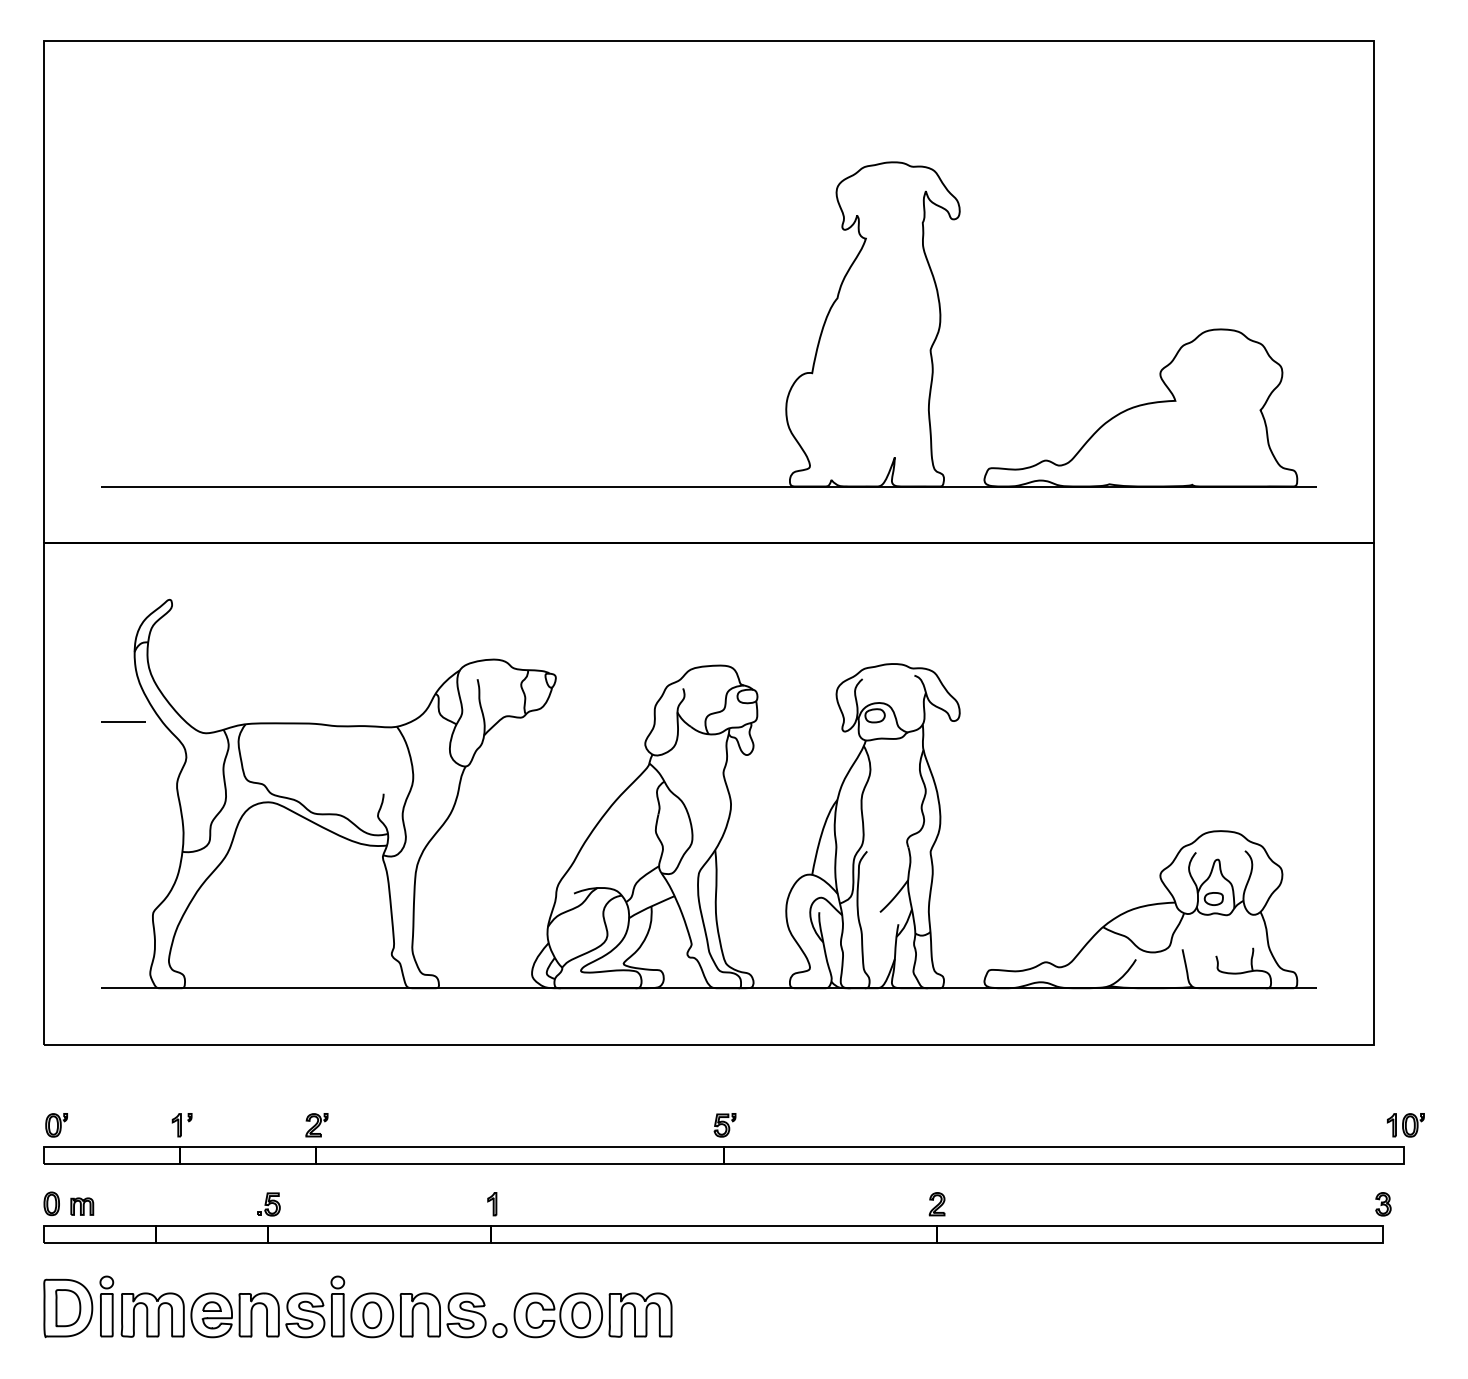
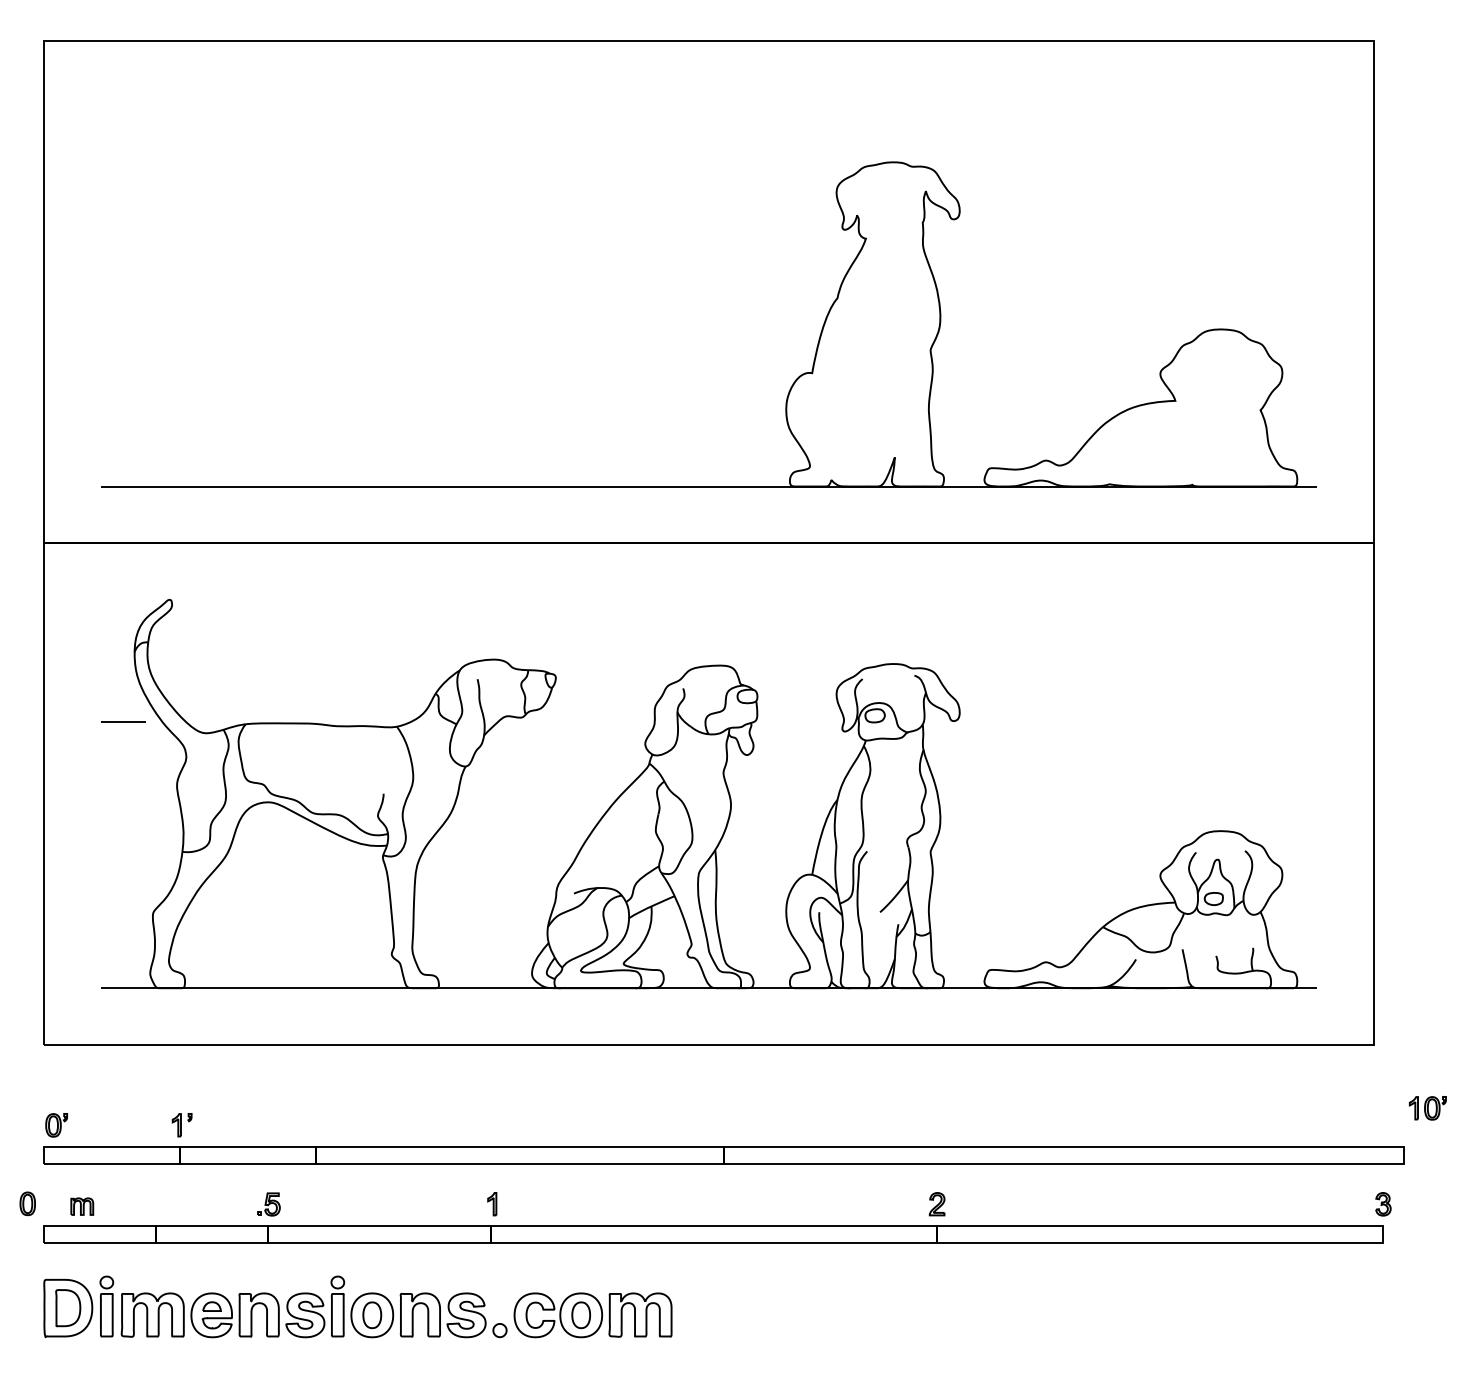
part at (316, 1125): present -> none
part at (724, 1125): present -> none
part at (1405, 1125) position: (1405, 1125) -> (1427, 1108)
part at (51, 1203) position: (51, 1203) -> (27, 1203)
